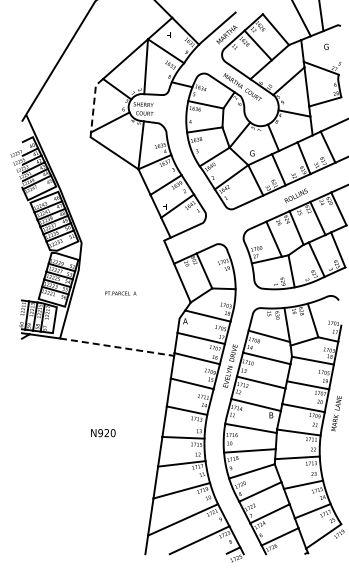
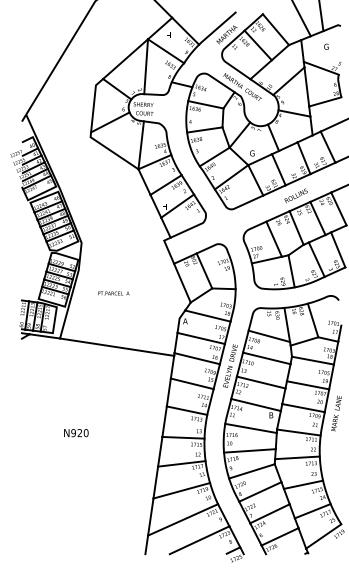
line at (94, 103): dashed -> solid
text at (120, 293) position: (120, 293) -> (113, 293)
line at (117, 347): dashed -> solid
text at (103, 433) position: (103, 433) -> (76, 433)
